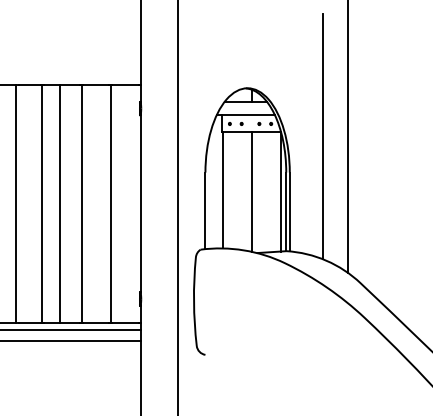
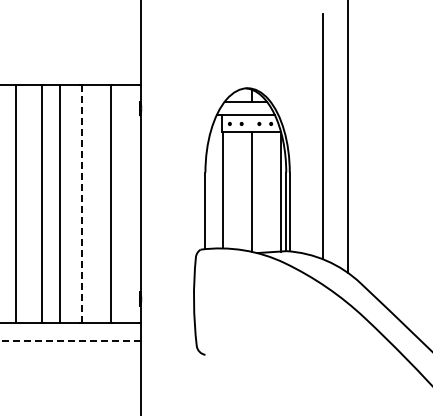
line at (81, 203): solid -> dashed
line at (178, 207): present -> none
line at (71, 329): present -> none
line at (70, 341): solid -> dashed
